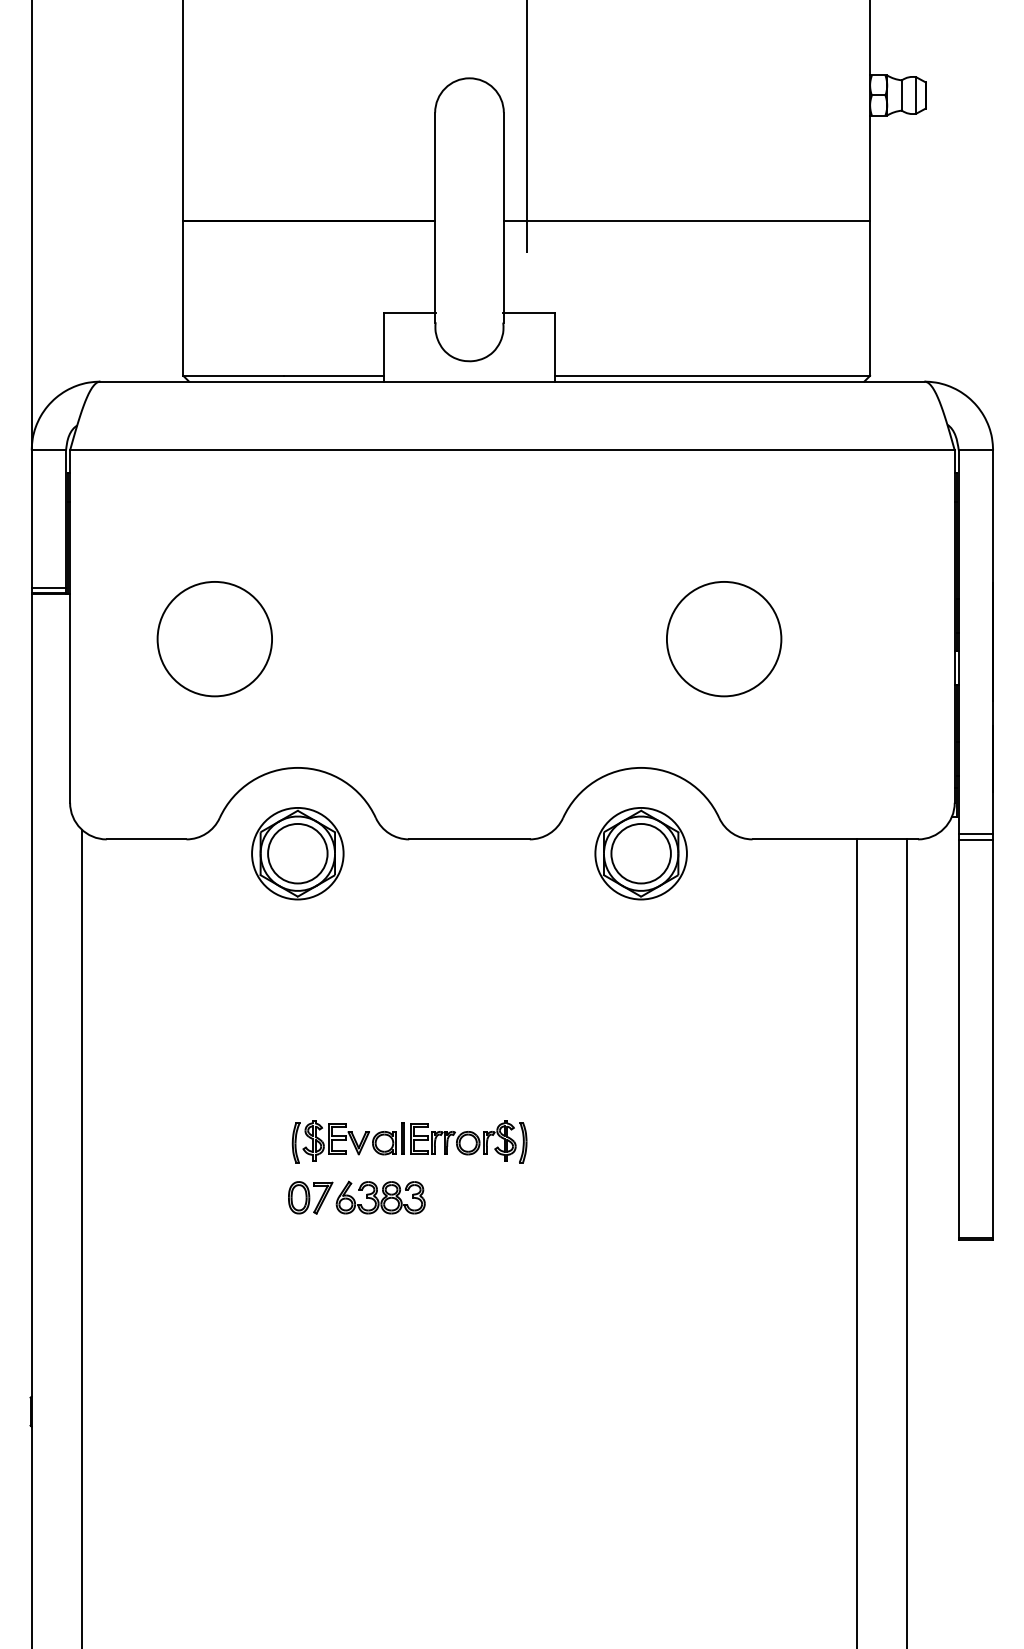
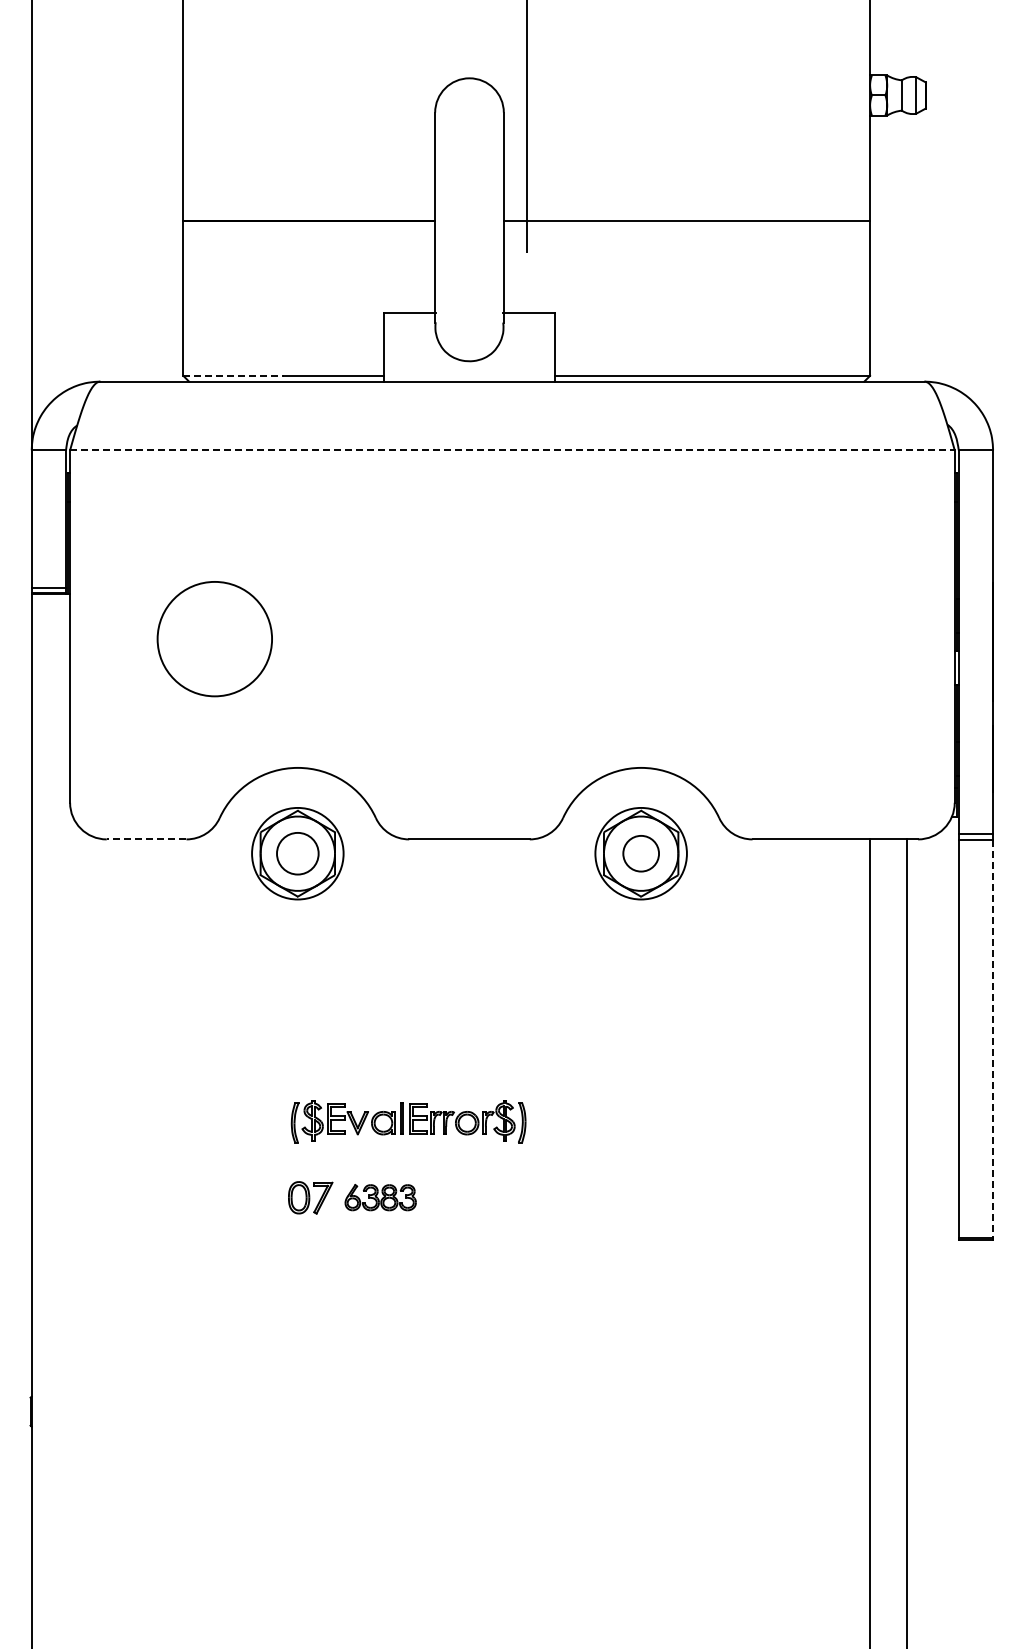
line at (234, 375): solid -> dashed
line at (512, 450): solid -> dashed
circle at (724, 639): present -> none
line at (146, 839): solid -> dashed
circle at (297, 853) diameter: 60 px -> 42 px
circle at (640, 853) diameter: 60 px -> 36 px
line at (993, 1039): solid -> dashed
part at (409, 1141) position: (409, 1141) -> (408, 1121)
part at (380, 1197) size: 91x35 px -> 73x28 px
line at (82, 1237): present -> none
line at (856, 1242) position: (856, 1242) -> (869, 1242)
